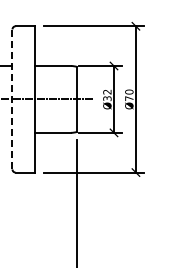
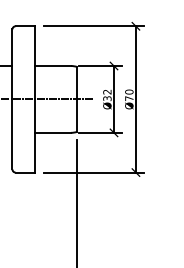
line at (12, 98): dashed -> solid
